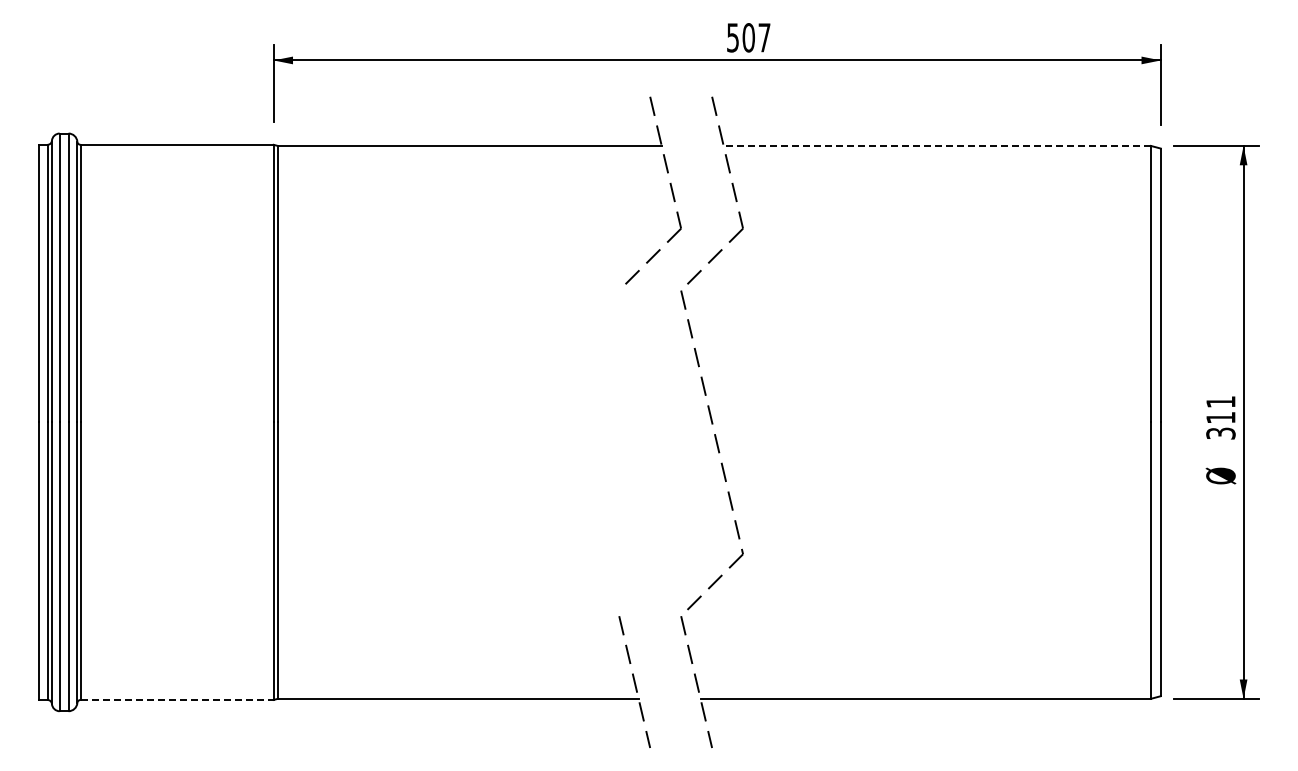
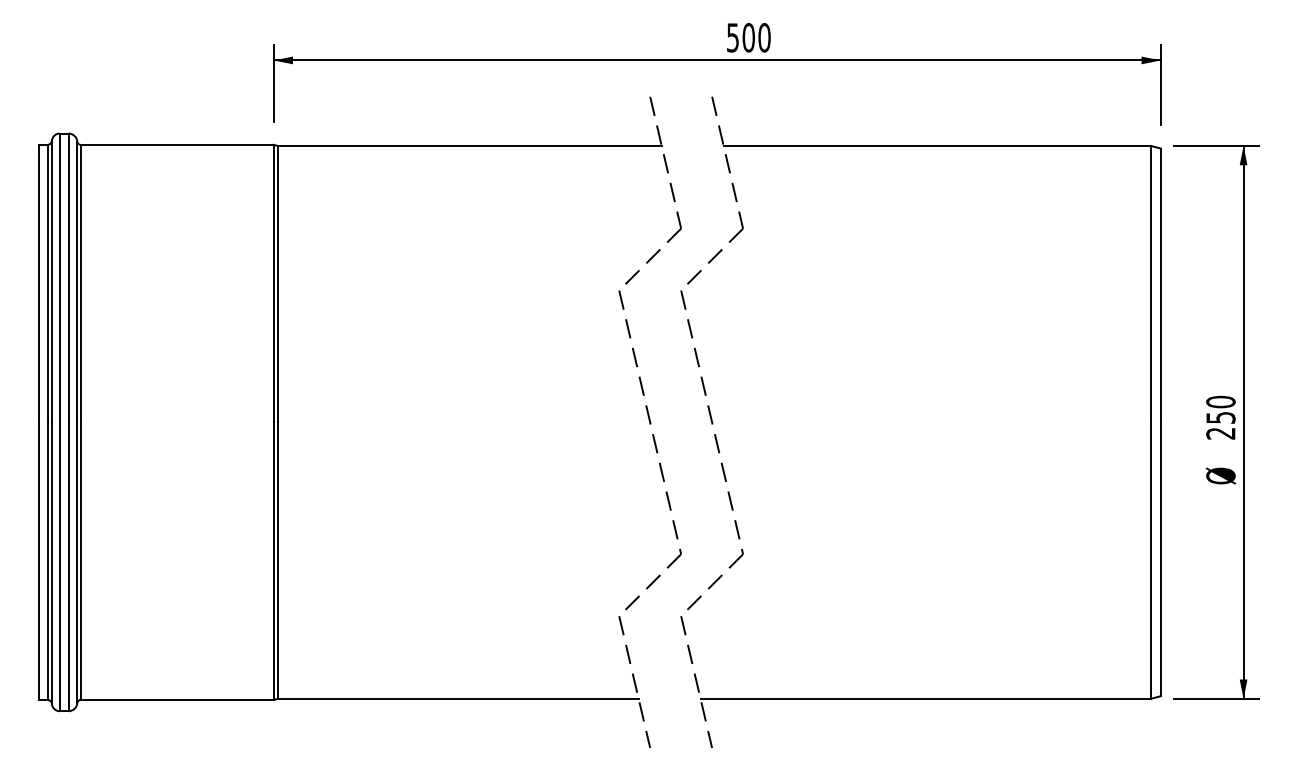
text at (764, 37): 507 -> 500
line at (937, 145): dashed -> solid
text at (1220, 417): 311 -> 250
part at (649, 450): none -> present
line at (177, 699): dashed -> solid
